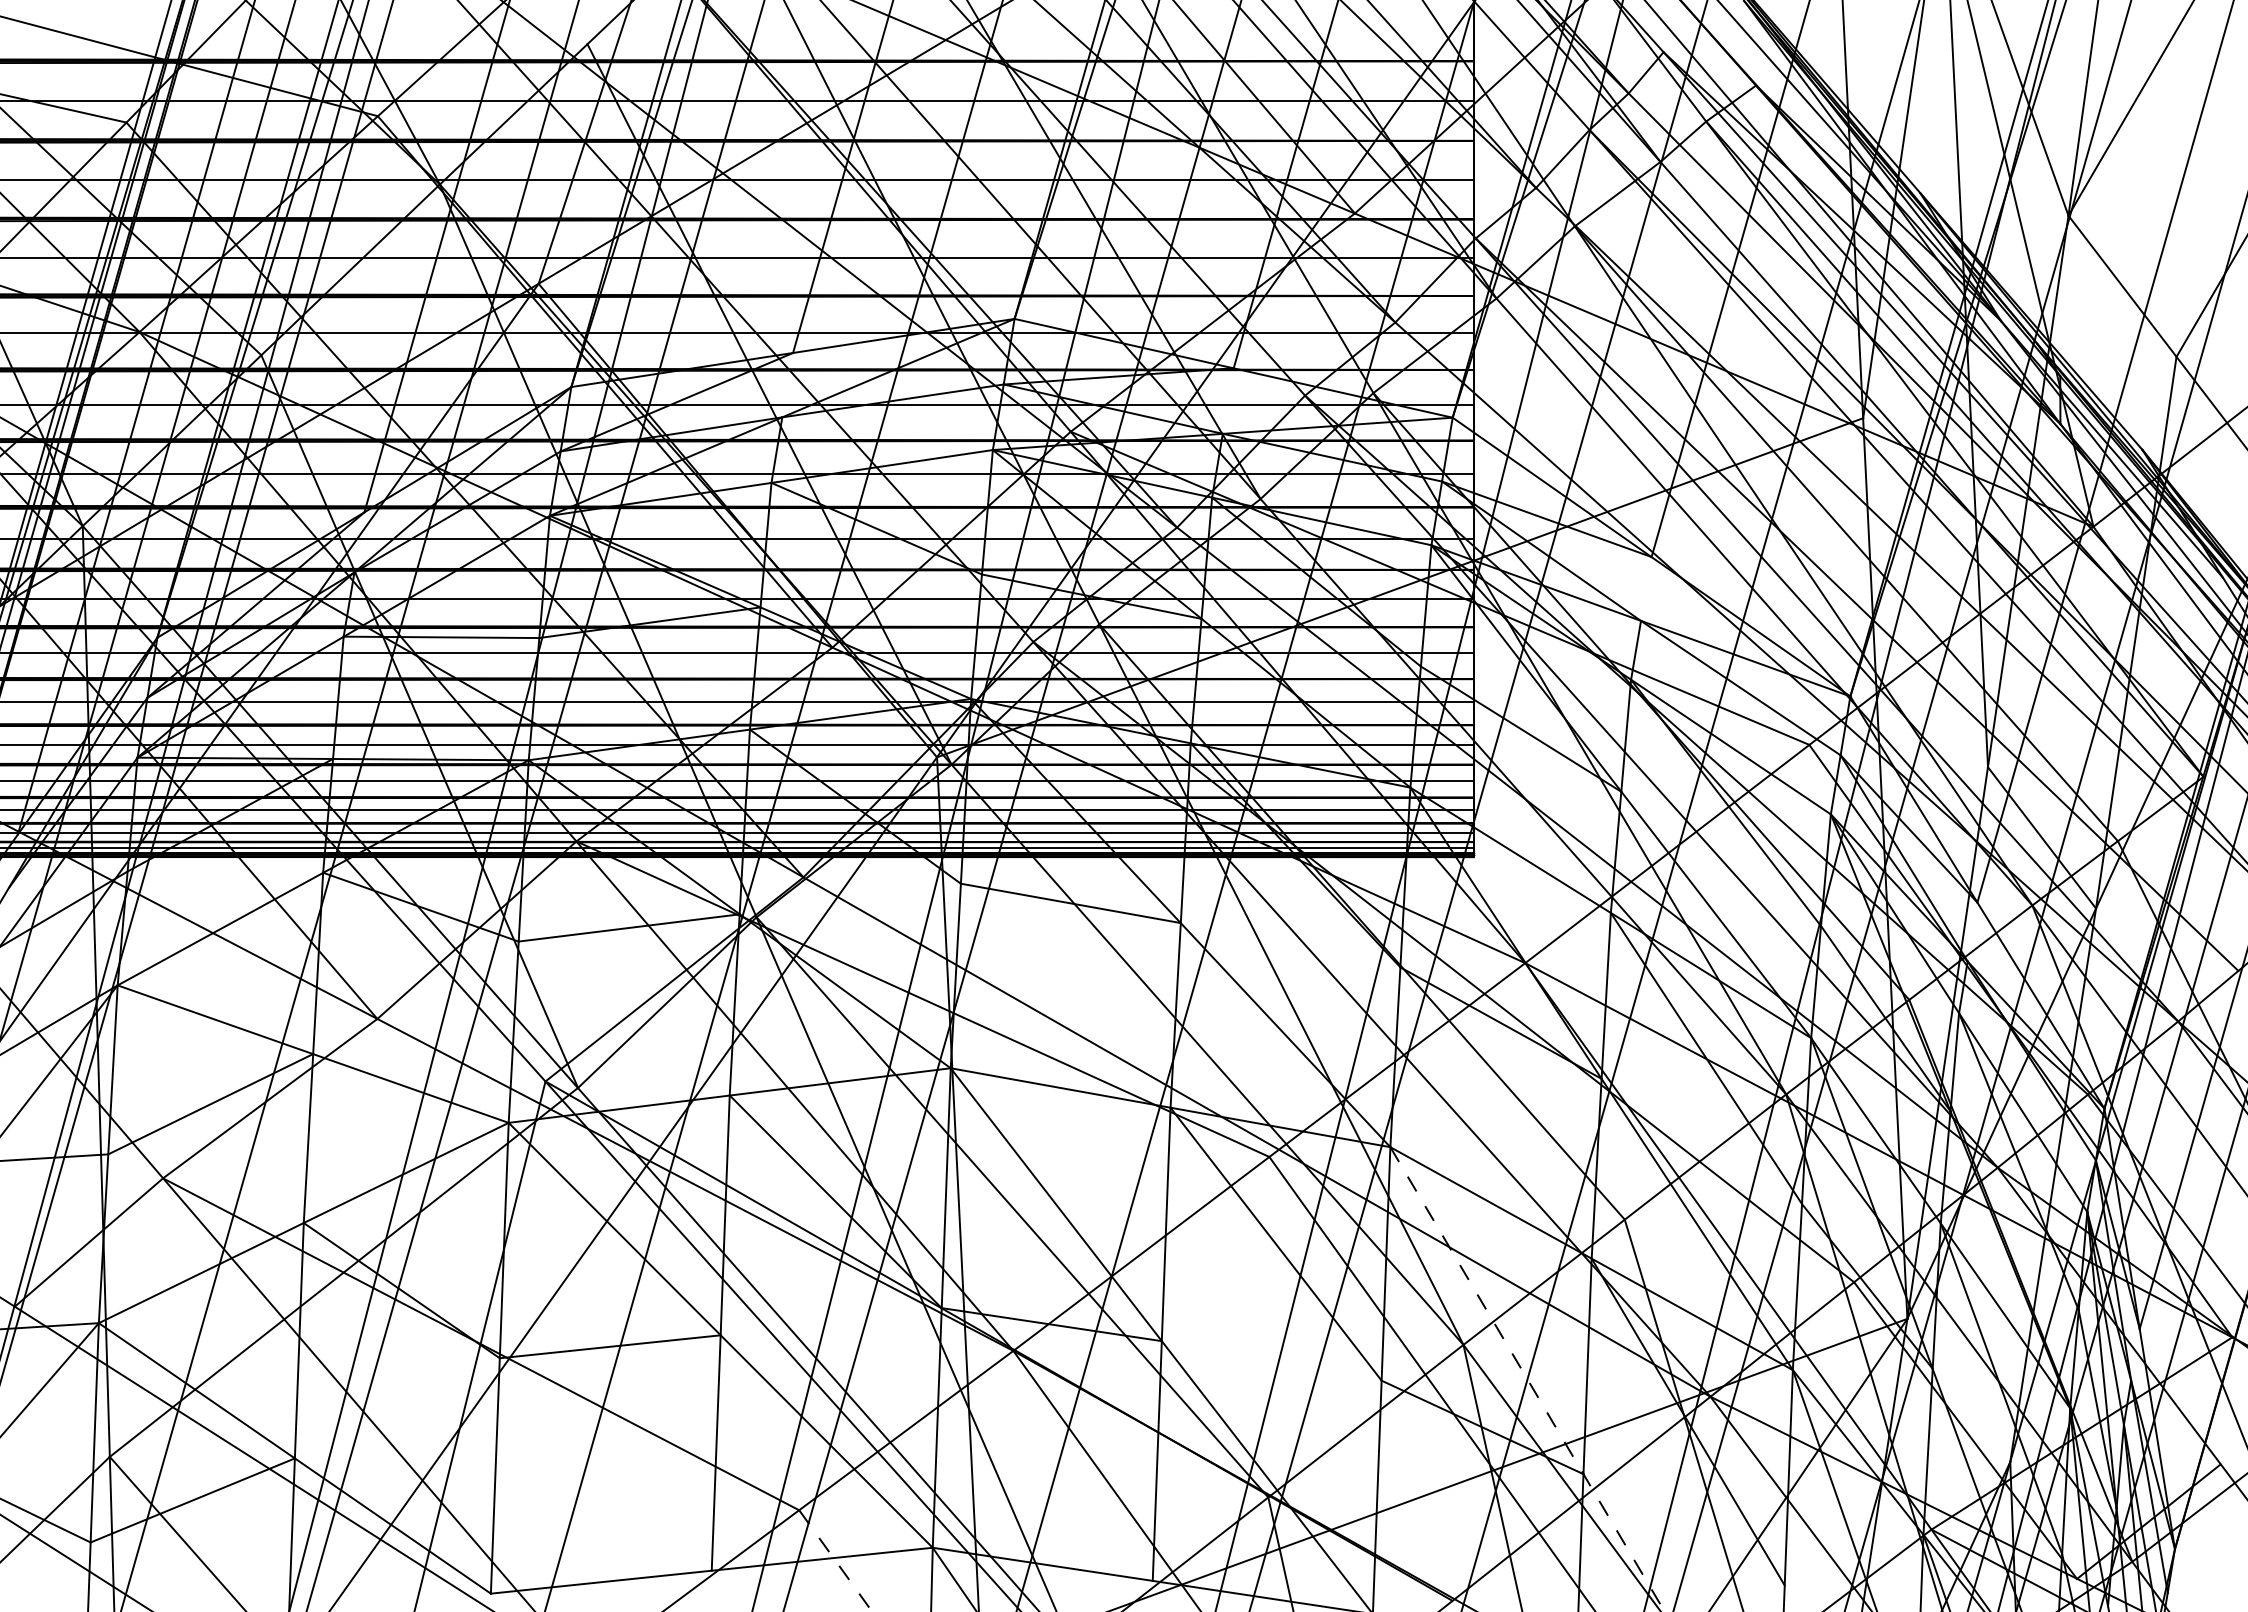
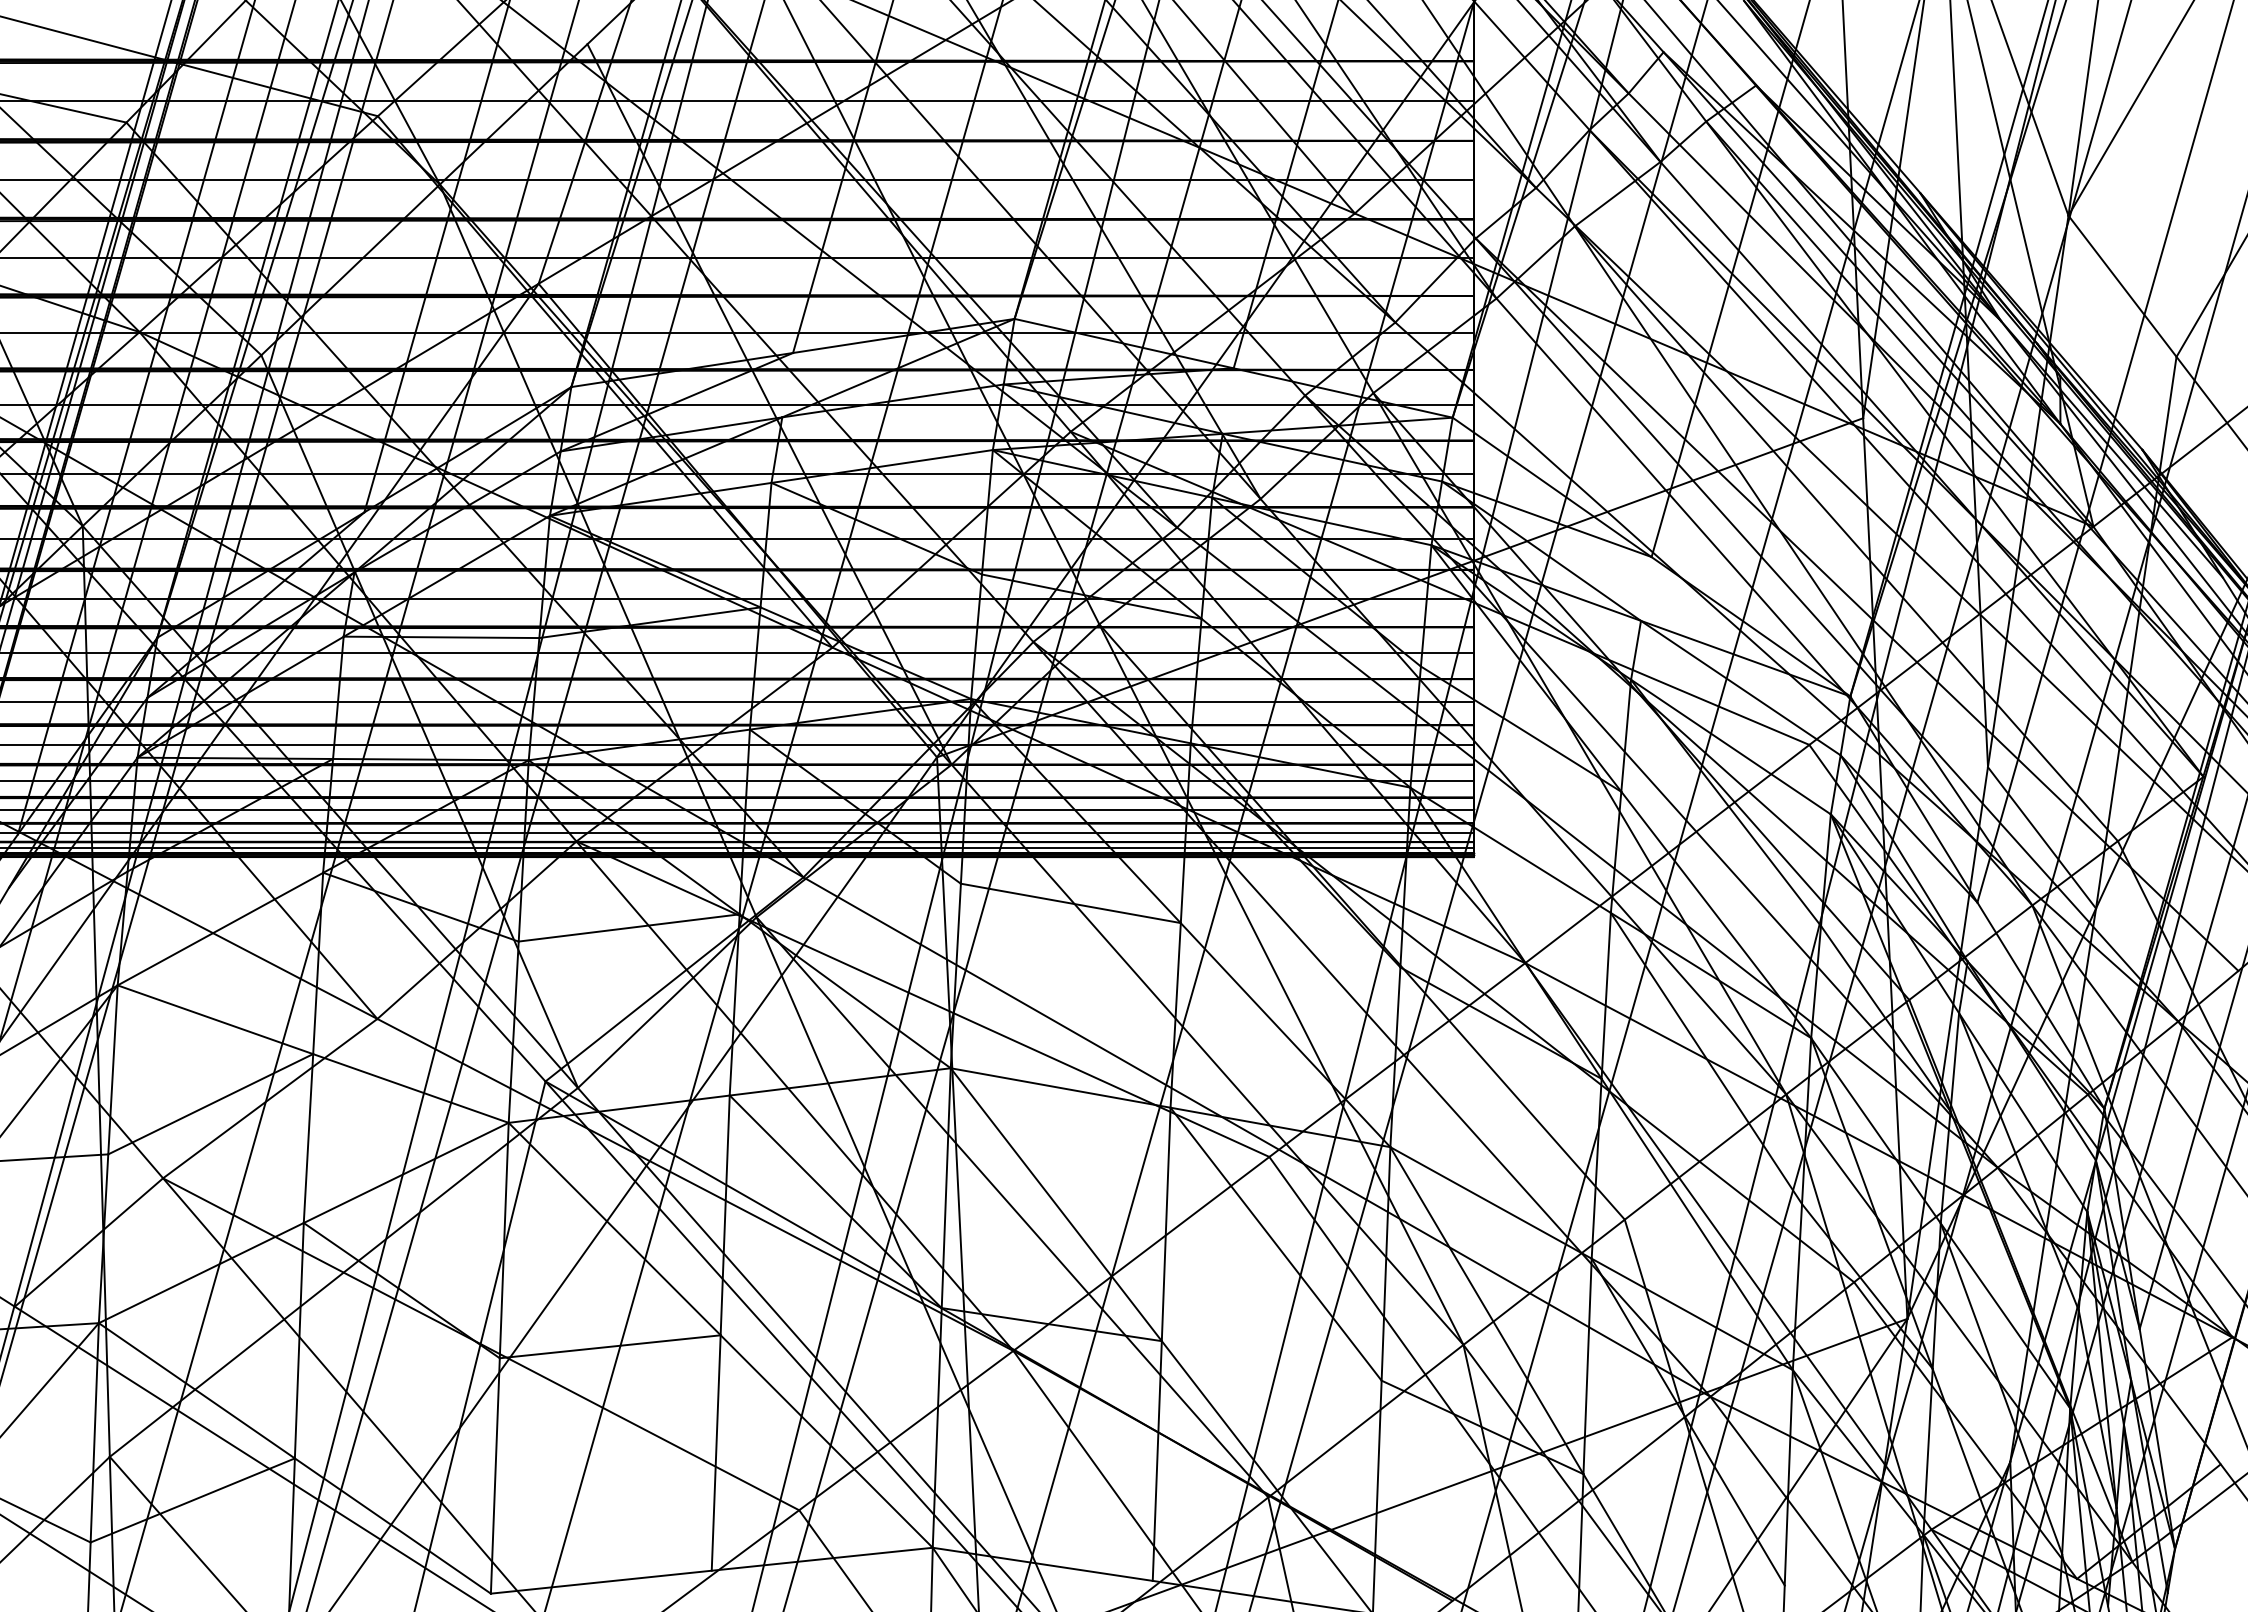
line at (1527, 1379): dashed -> solid
line at (835, 1561): dashed -> solid
